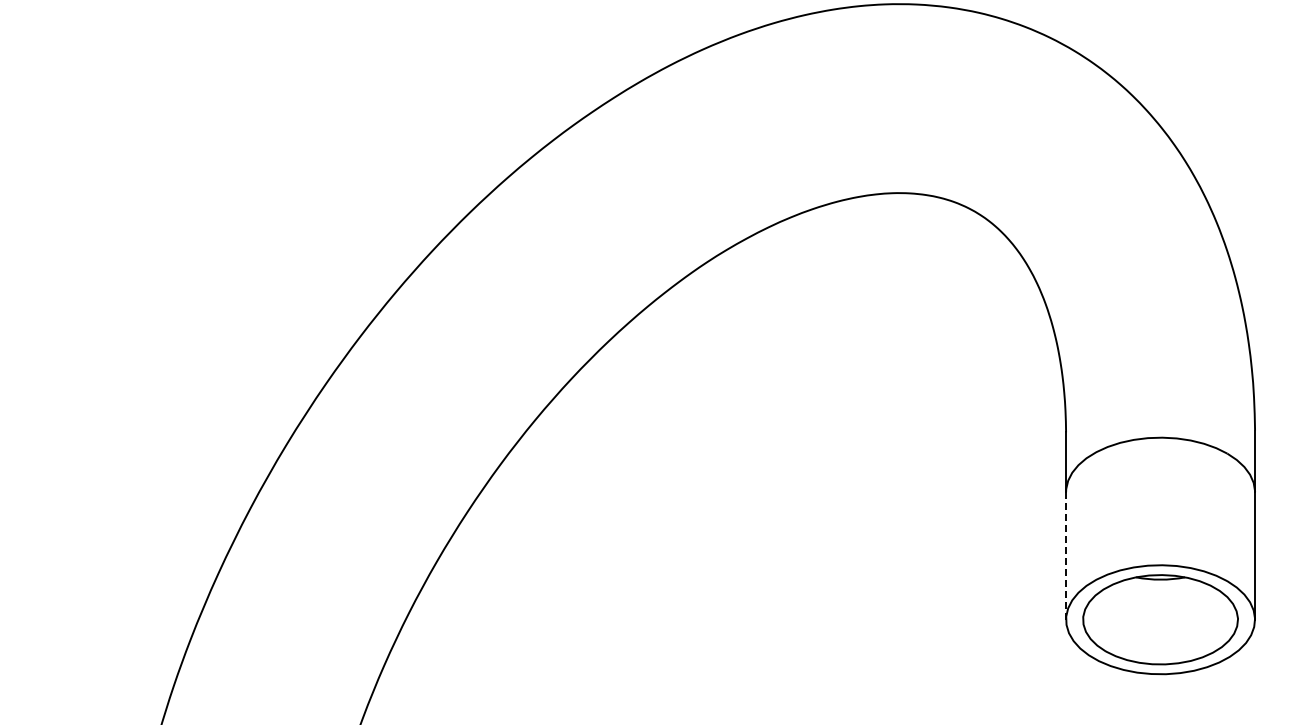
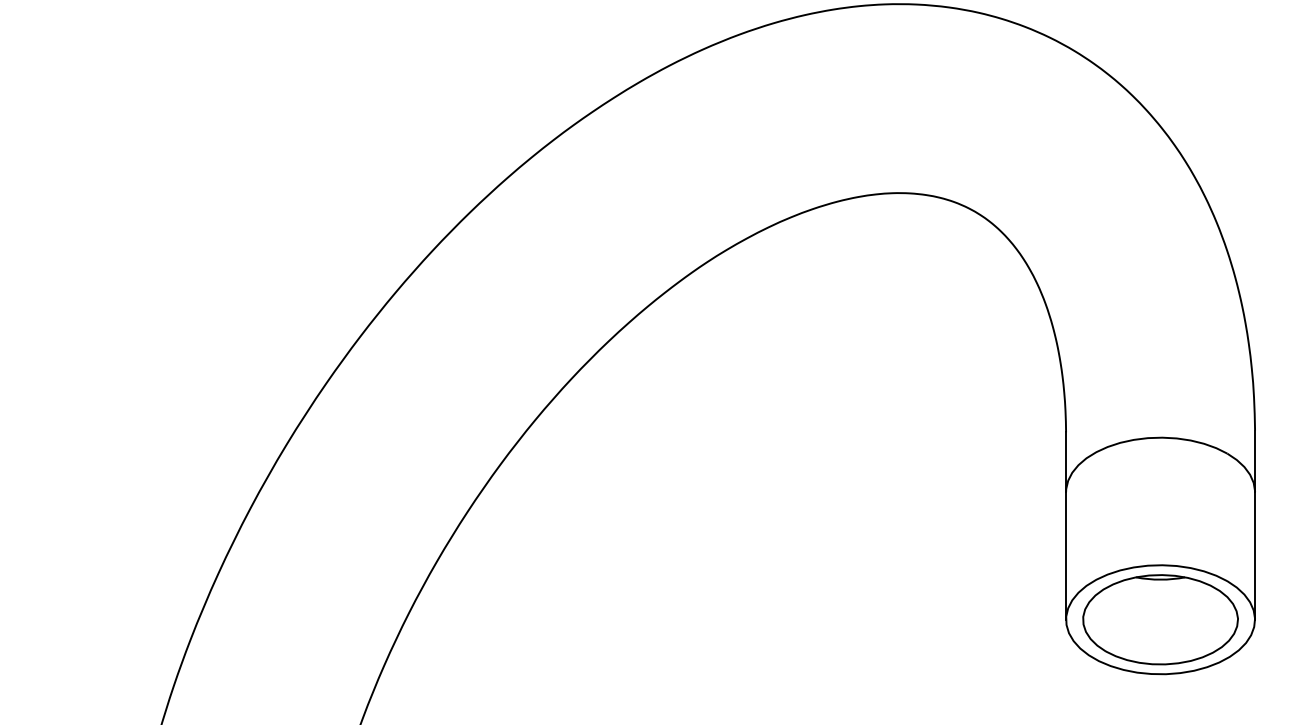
line at (1066, 555): dashed -> solid
